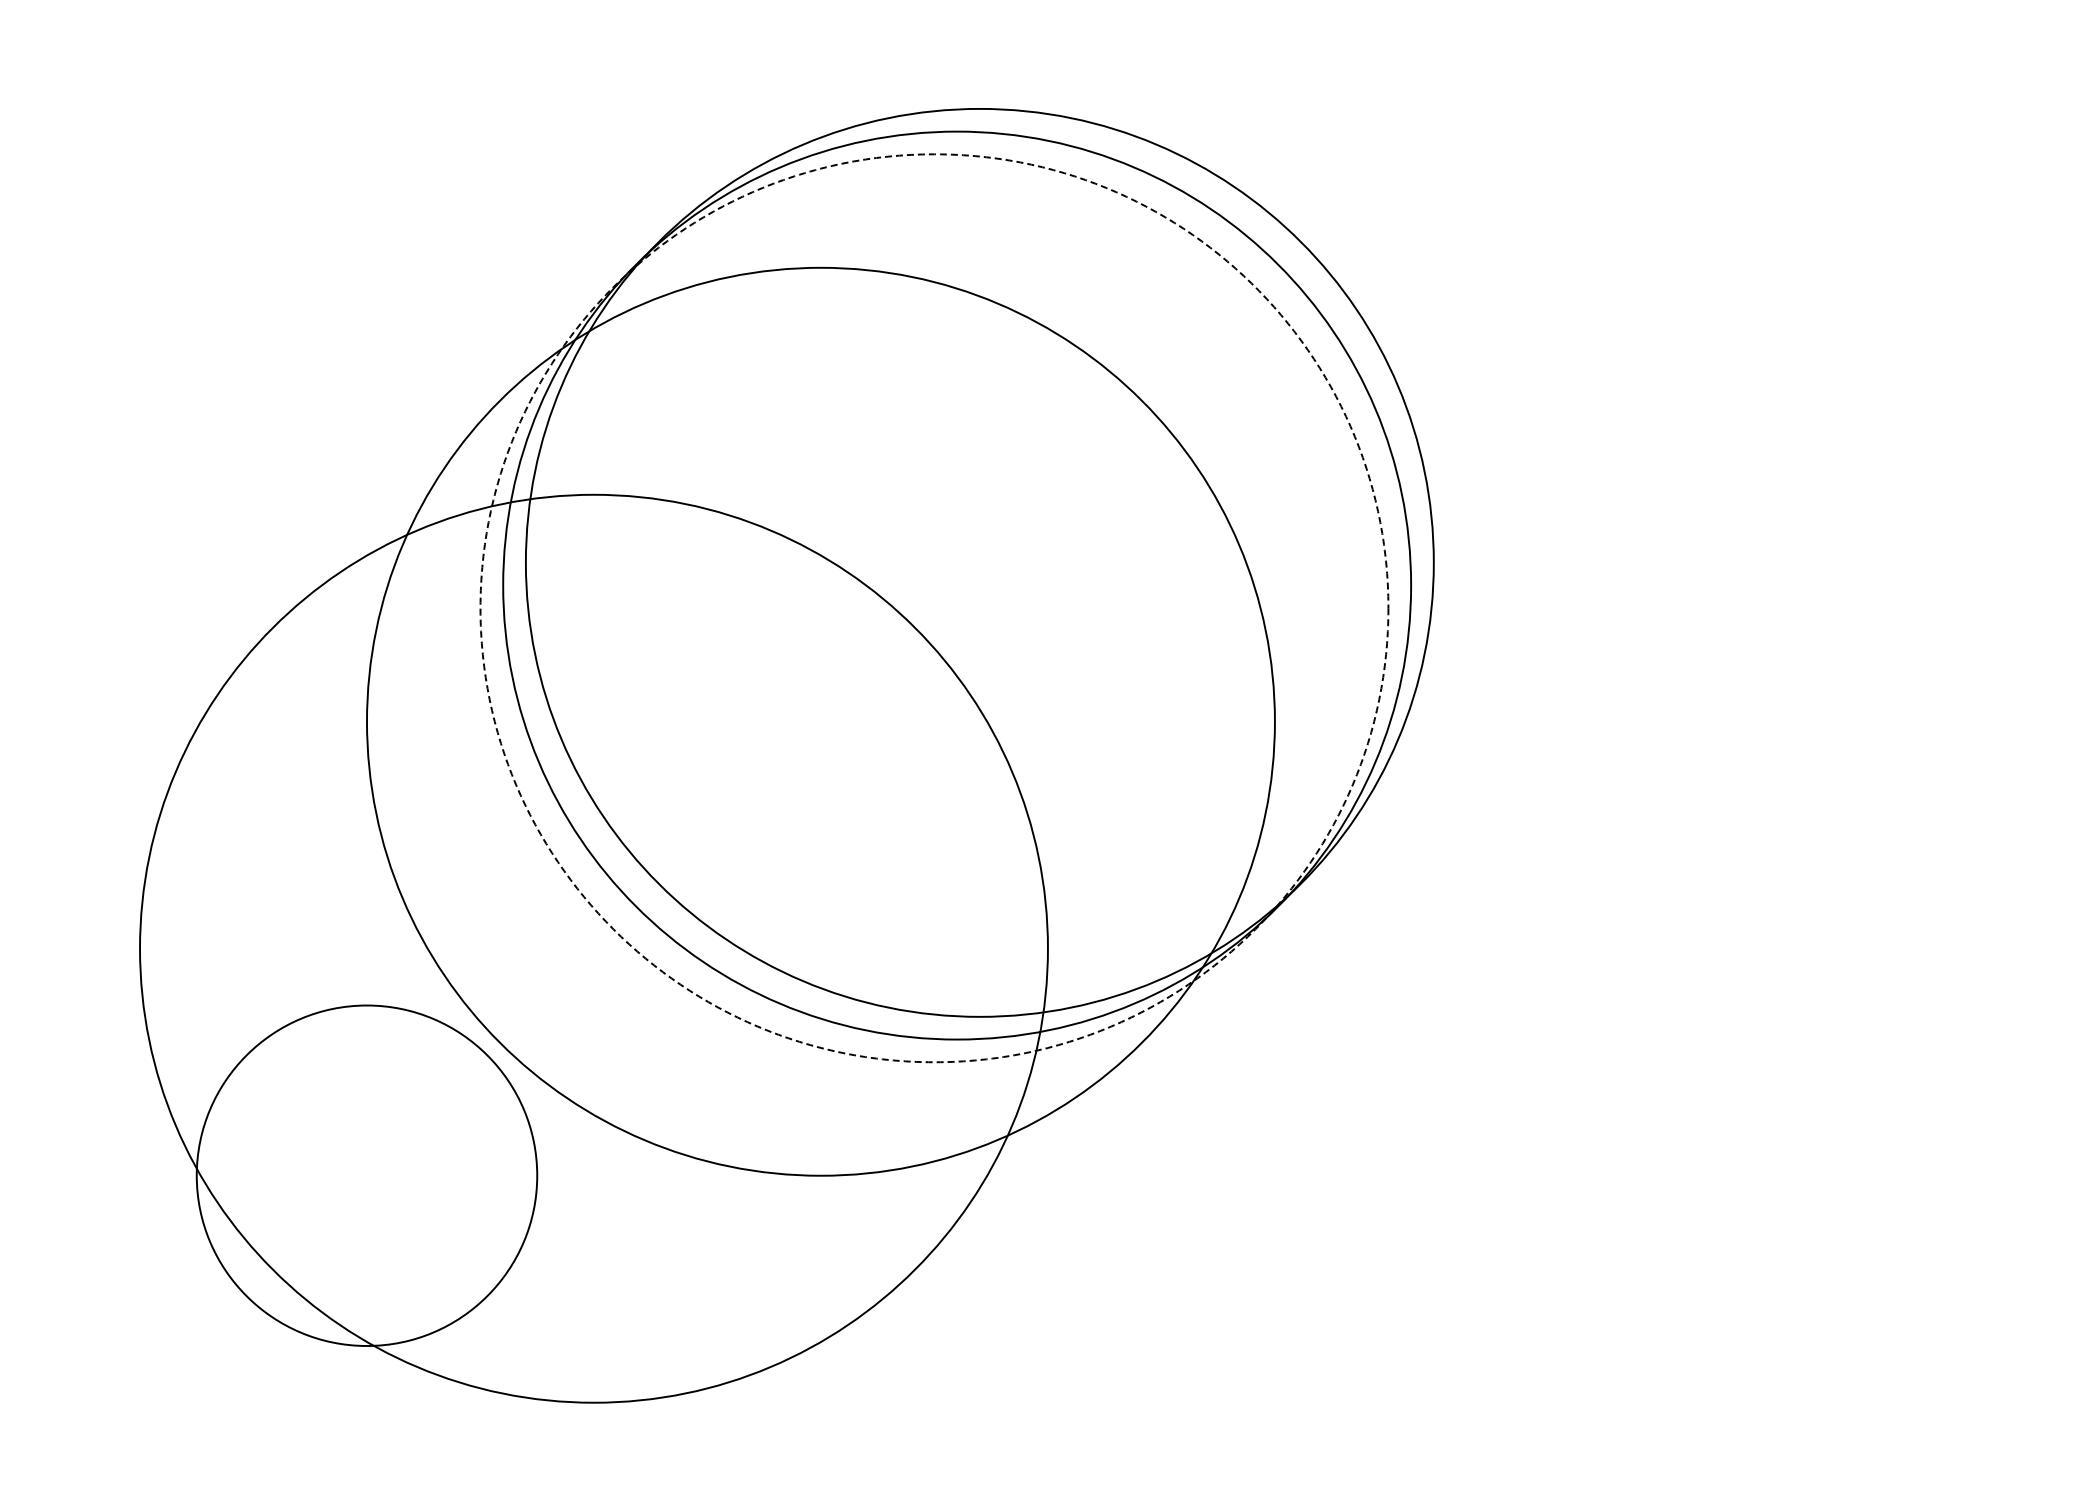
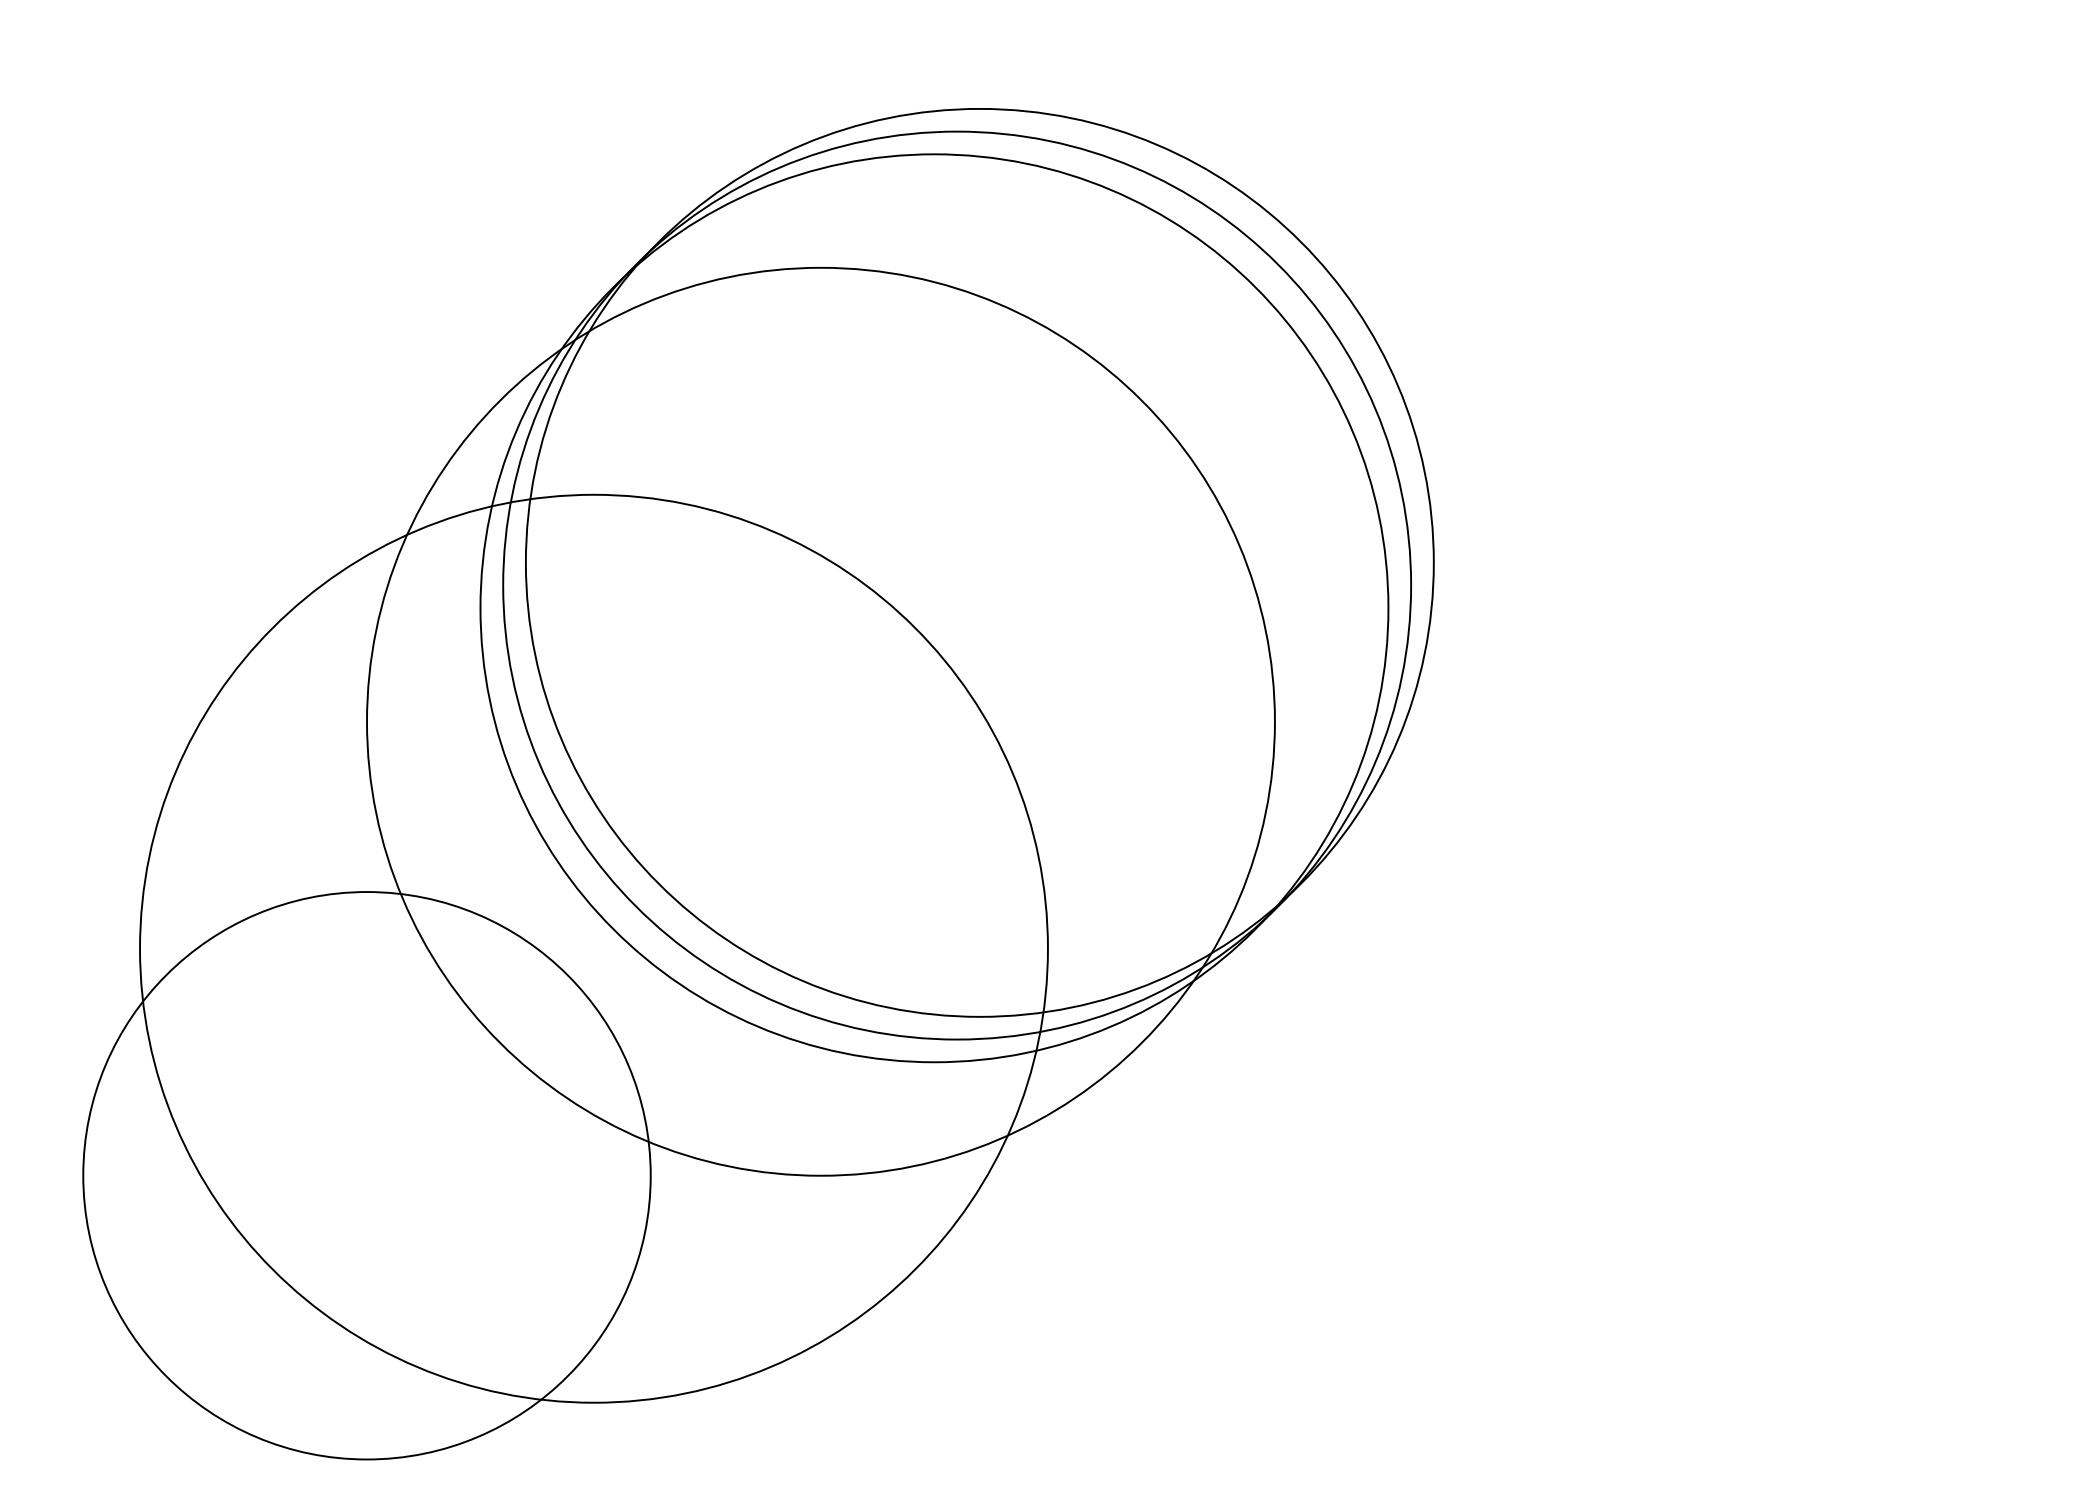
circle at (934, 608): dashed -> solid
circle at (366, 1175) diameter: 340 px -> 567 px
